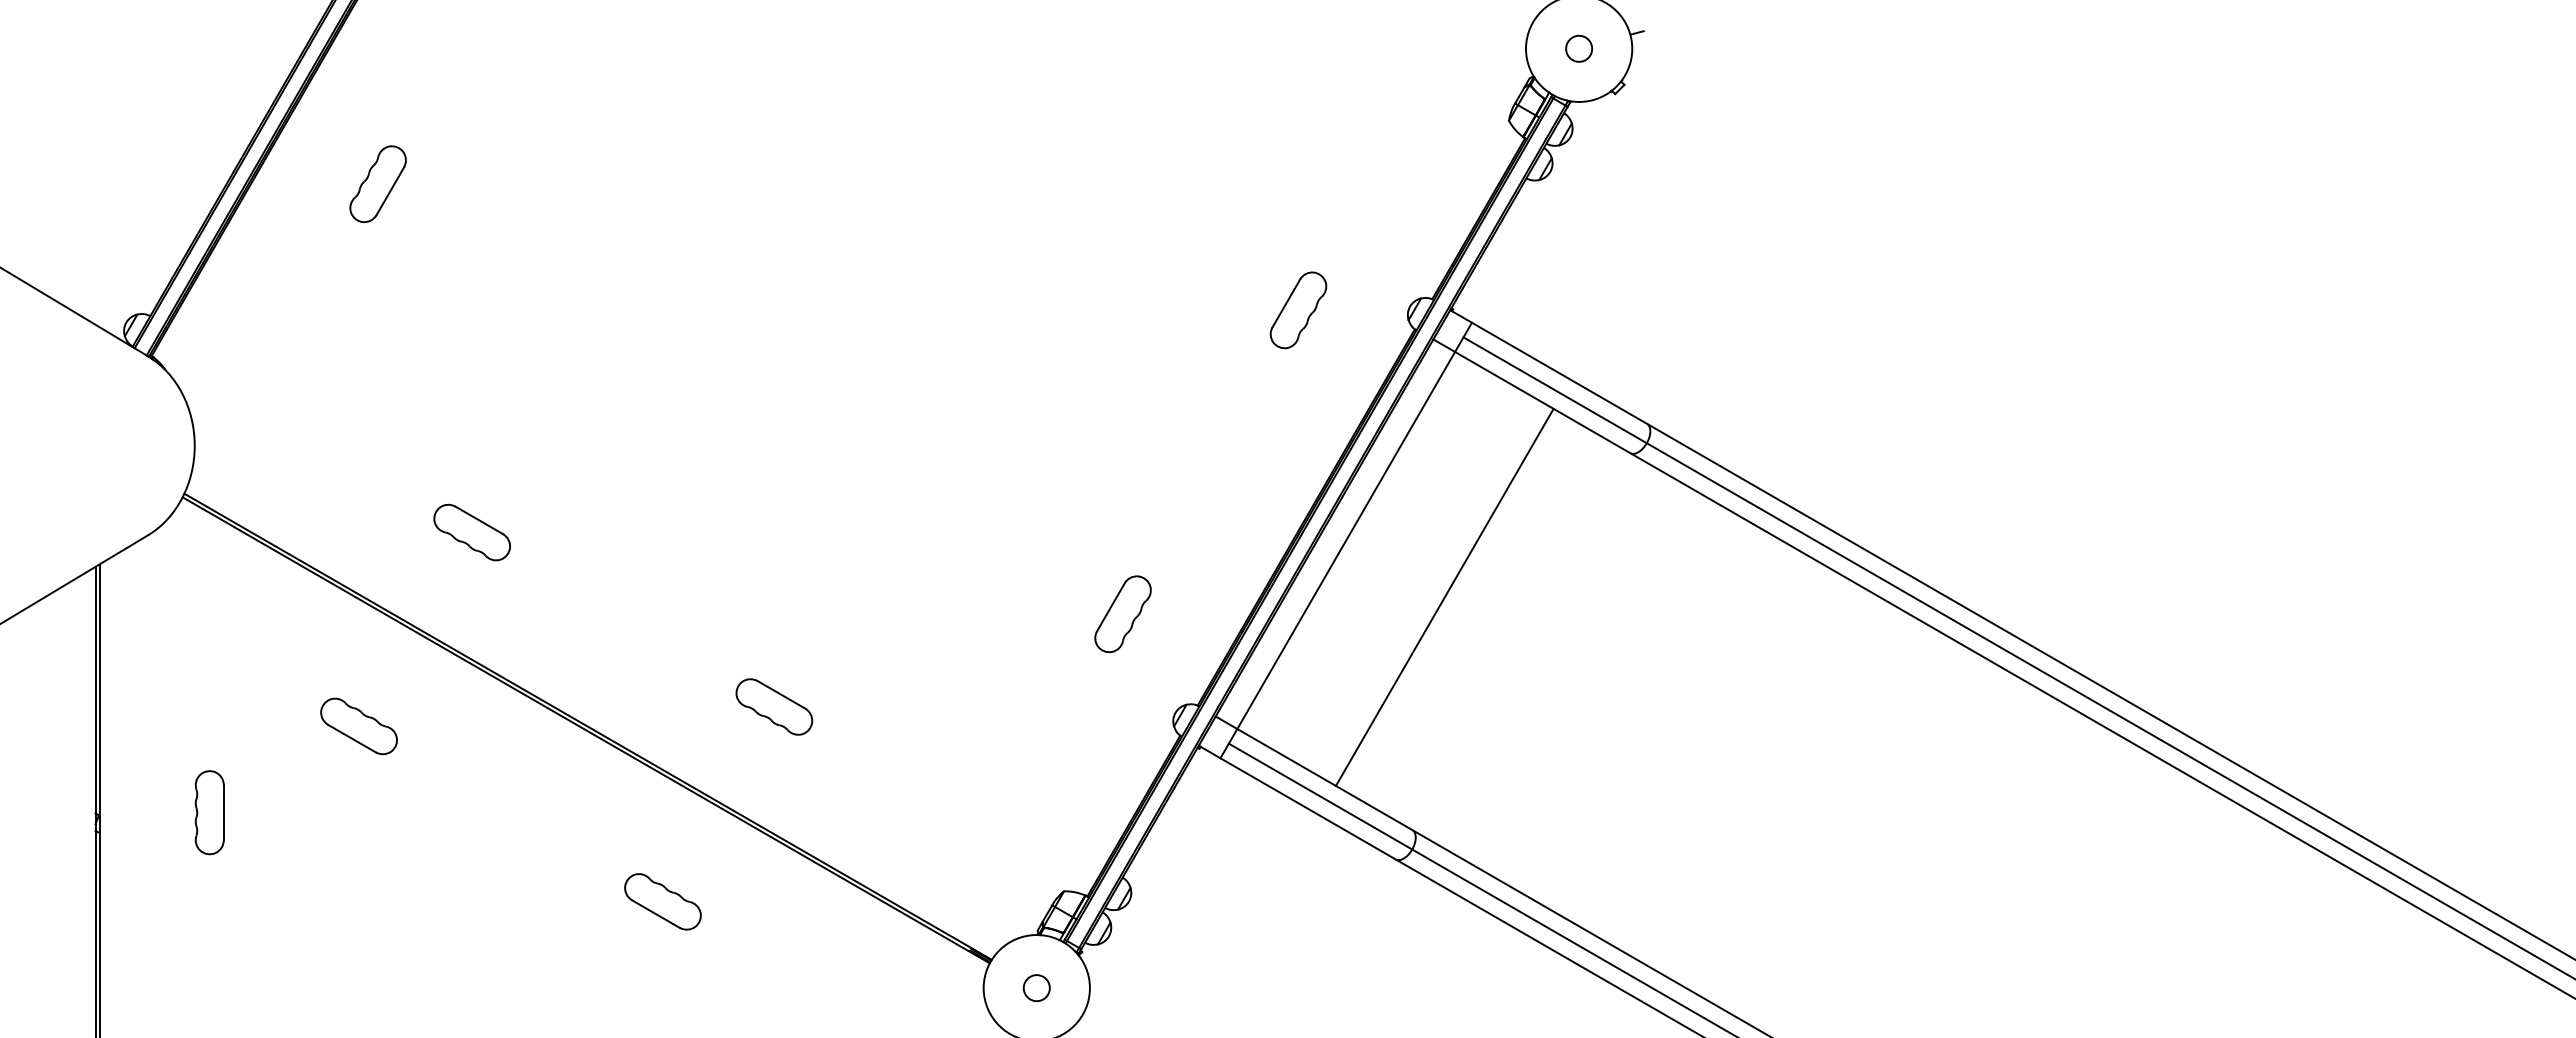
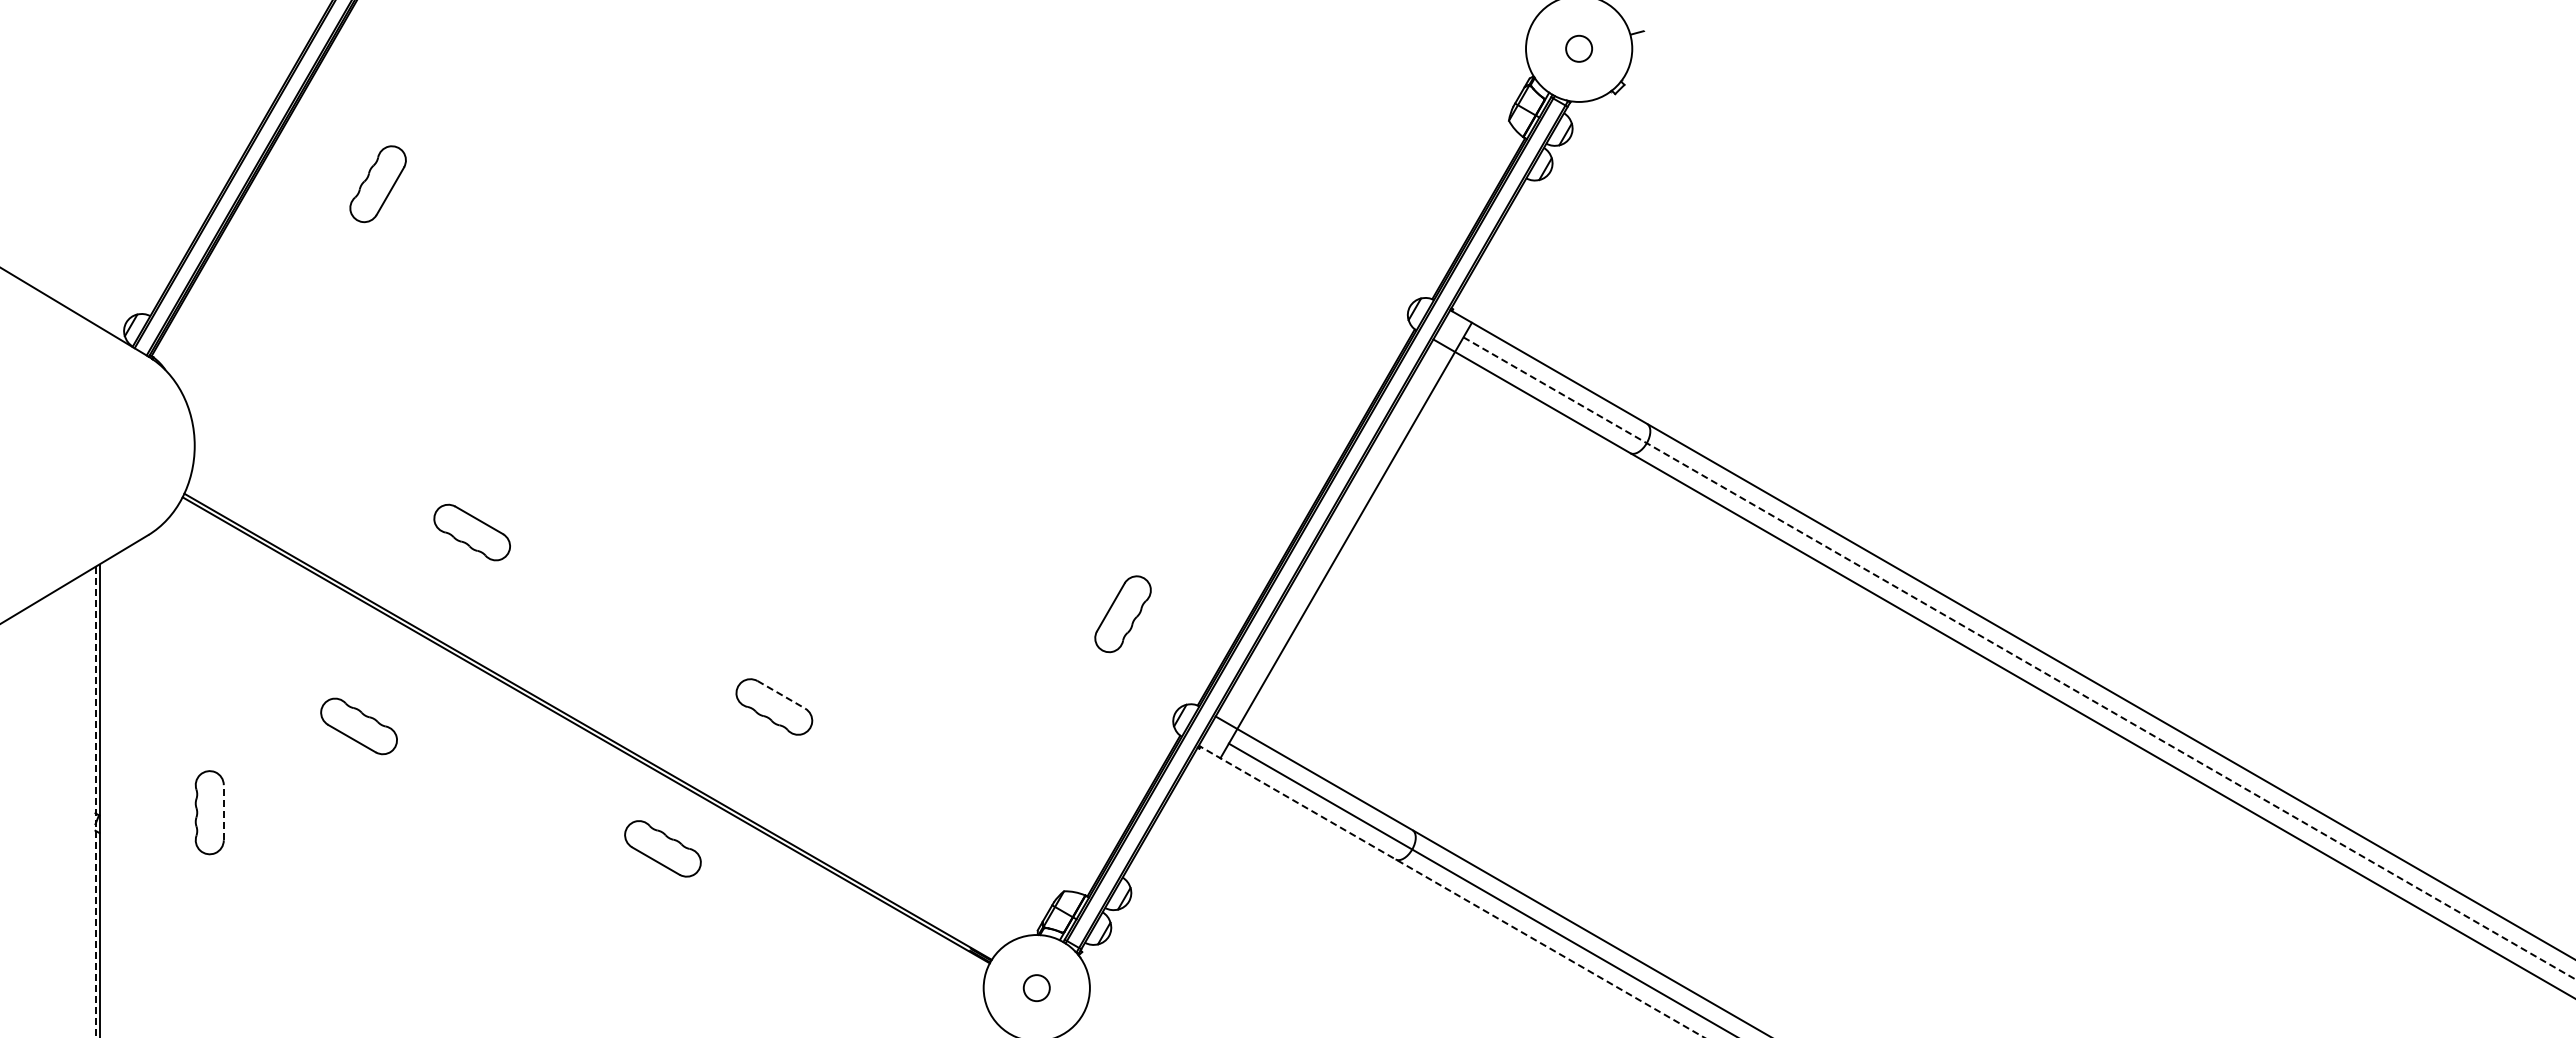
part at (1298, 310): present -> none
line at (1444, 596): present -> none
line at (2019, 658): solid -> dashed
line at (781, 694): solid -> dashed
line at (95, 802): solid -> dashed
line at (223, 812): solid -> dashed
line at (1451, 891): solid -> dashed
part at (662, 901) position: (662, 901) -> (662, 848)
